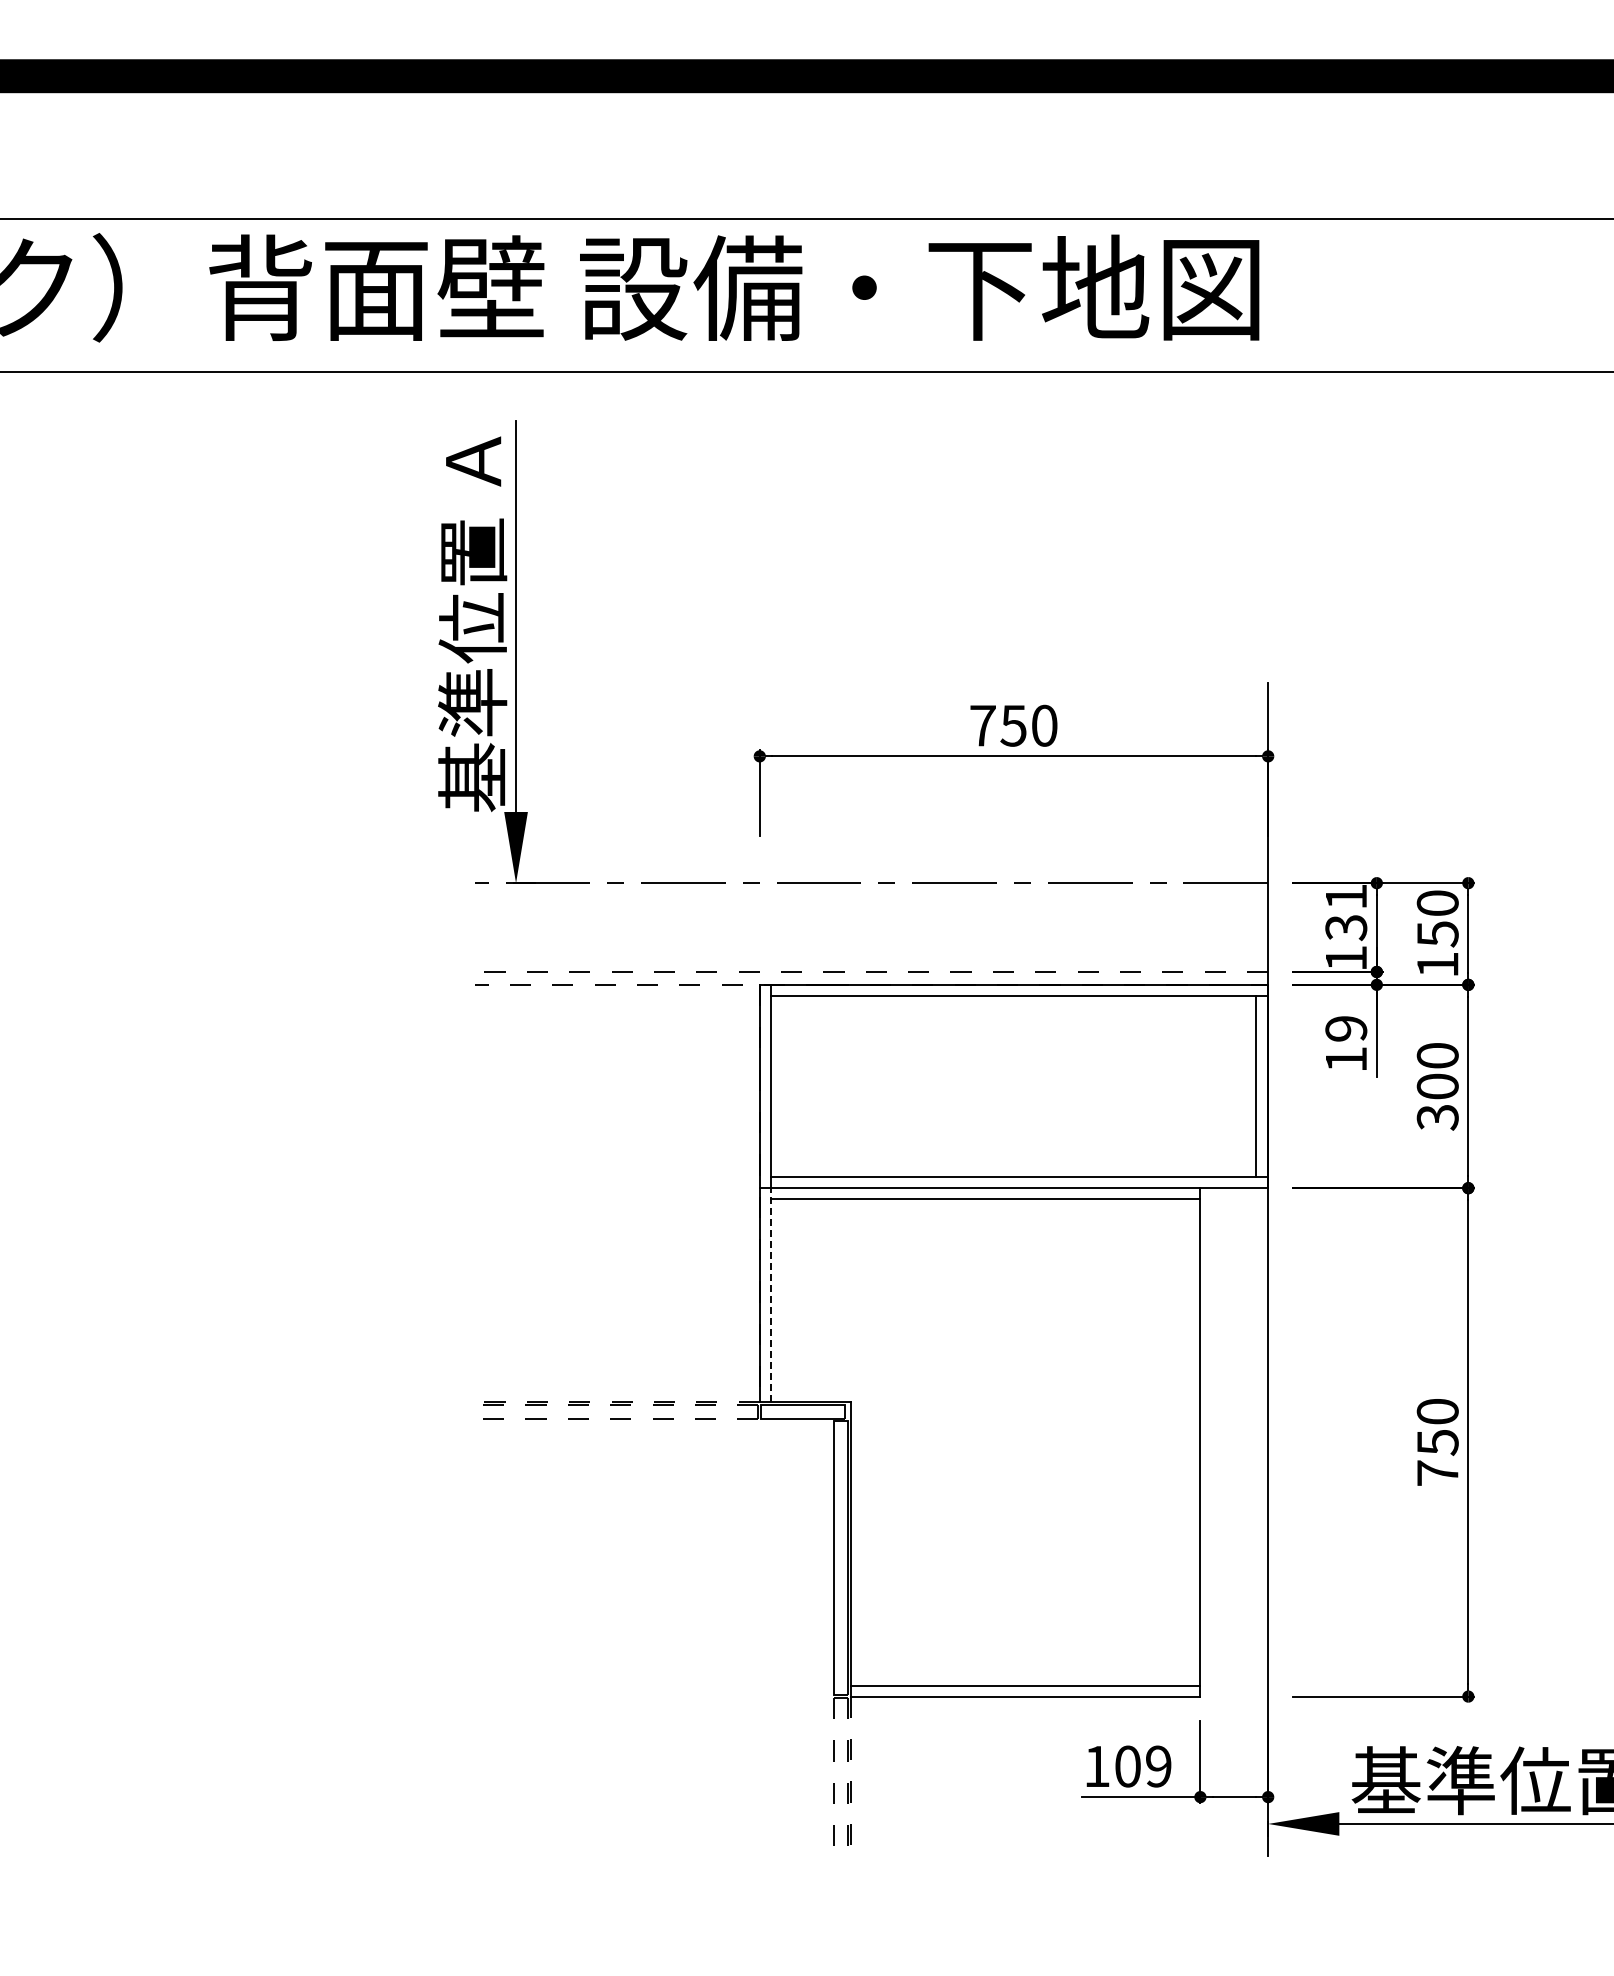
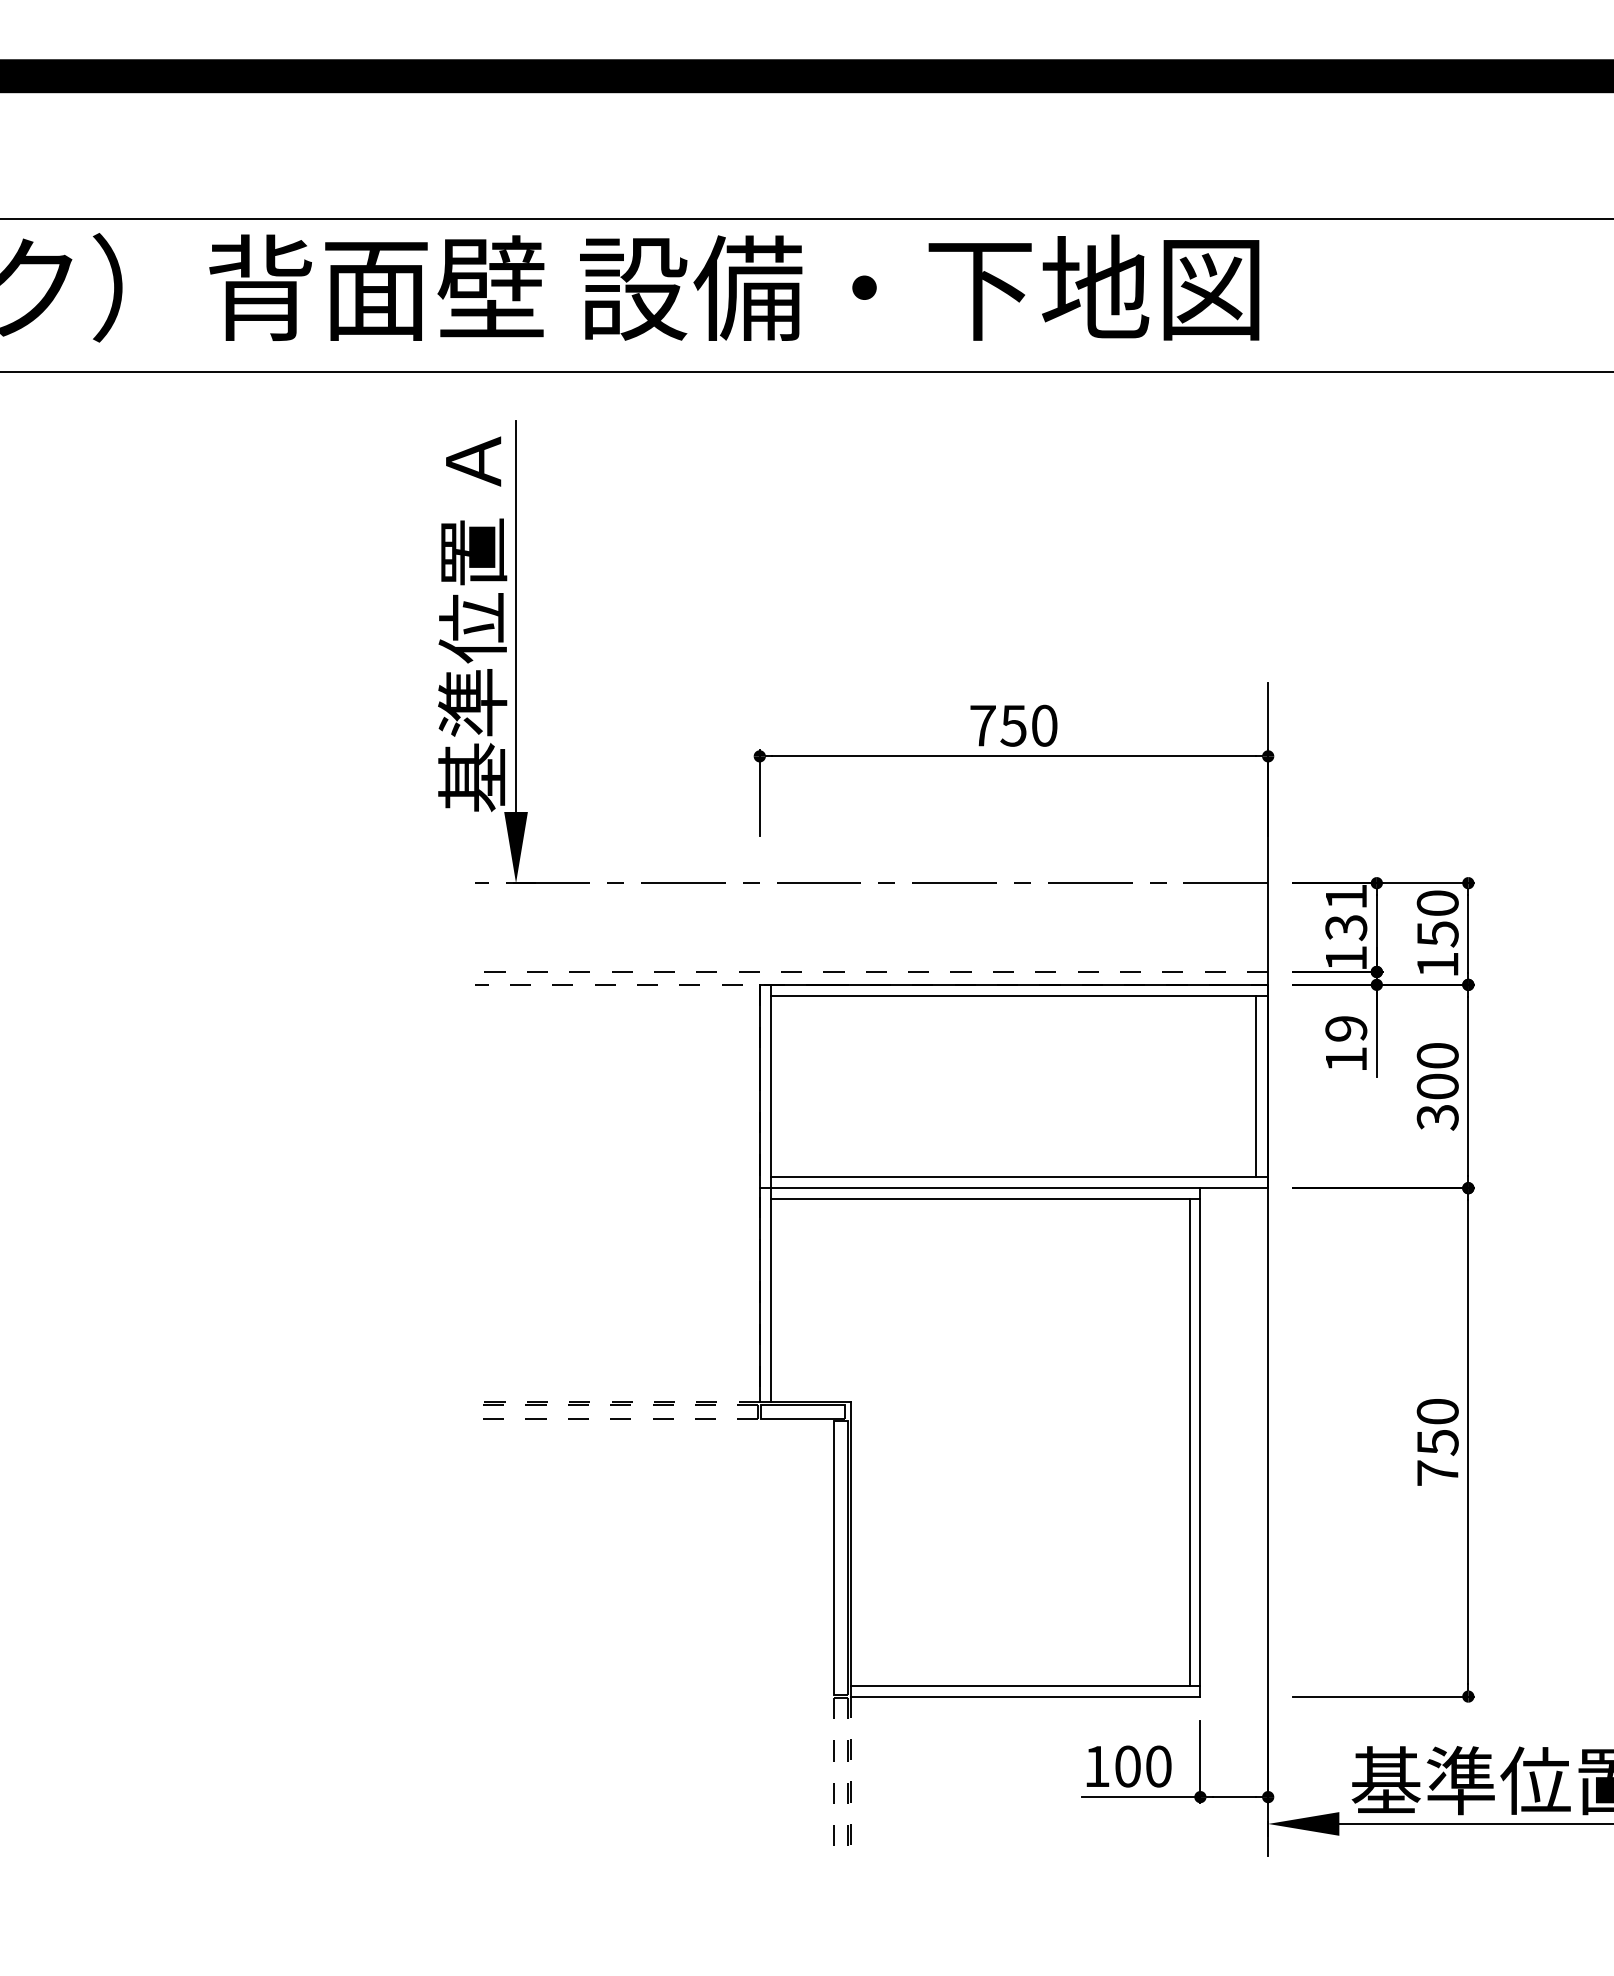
line at (770, 1294): dashed -> solid
line at (1189, 1442): none -> present
text at (1158, 1766): 109 -> 100
